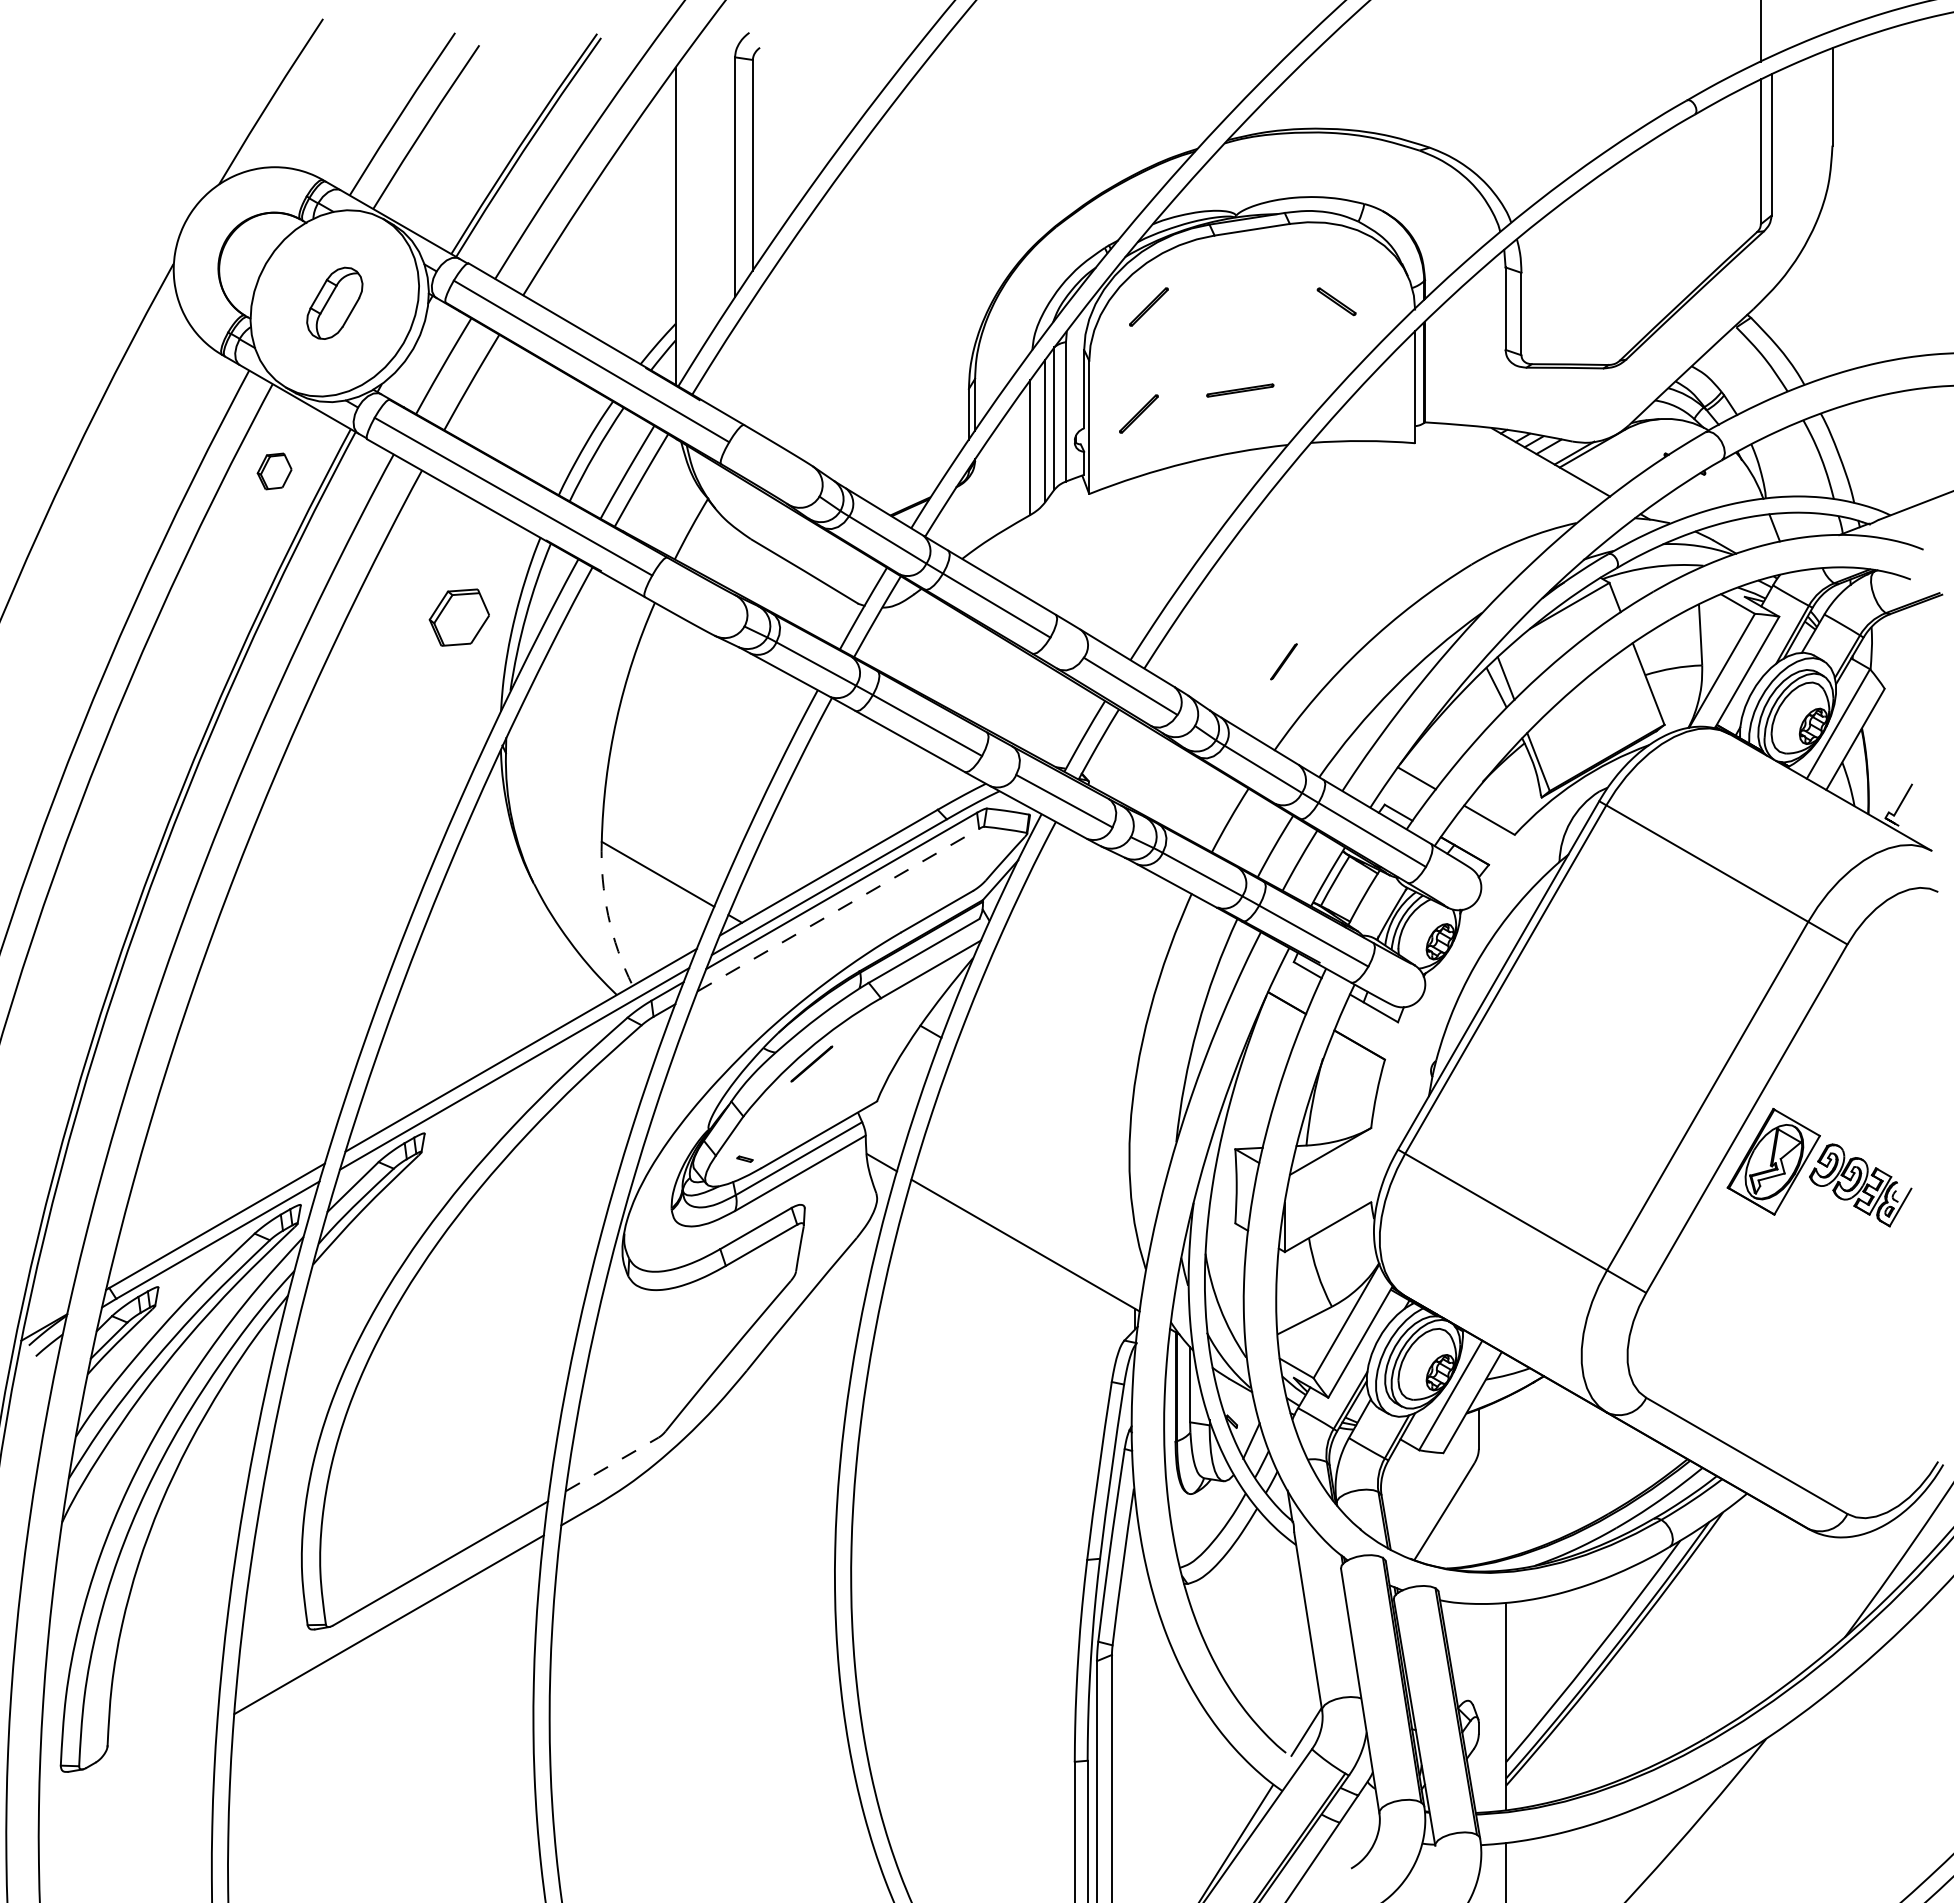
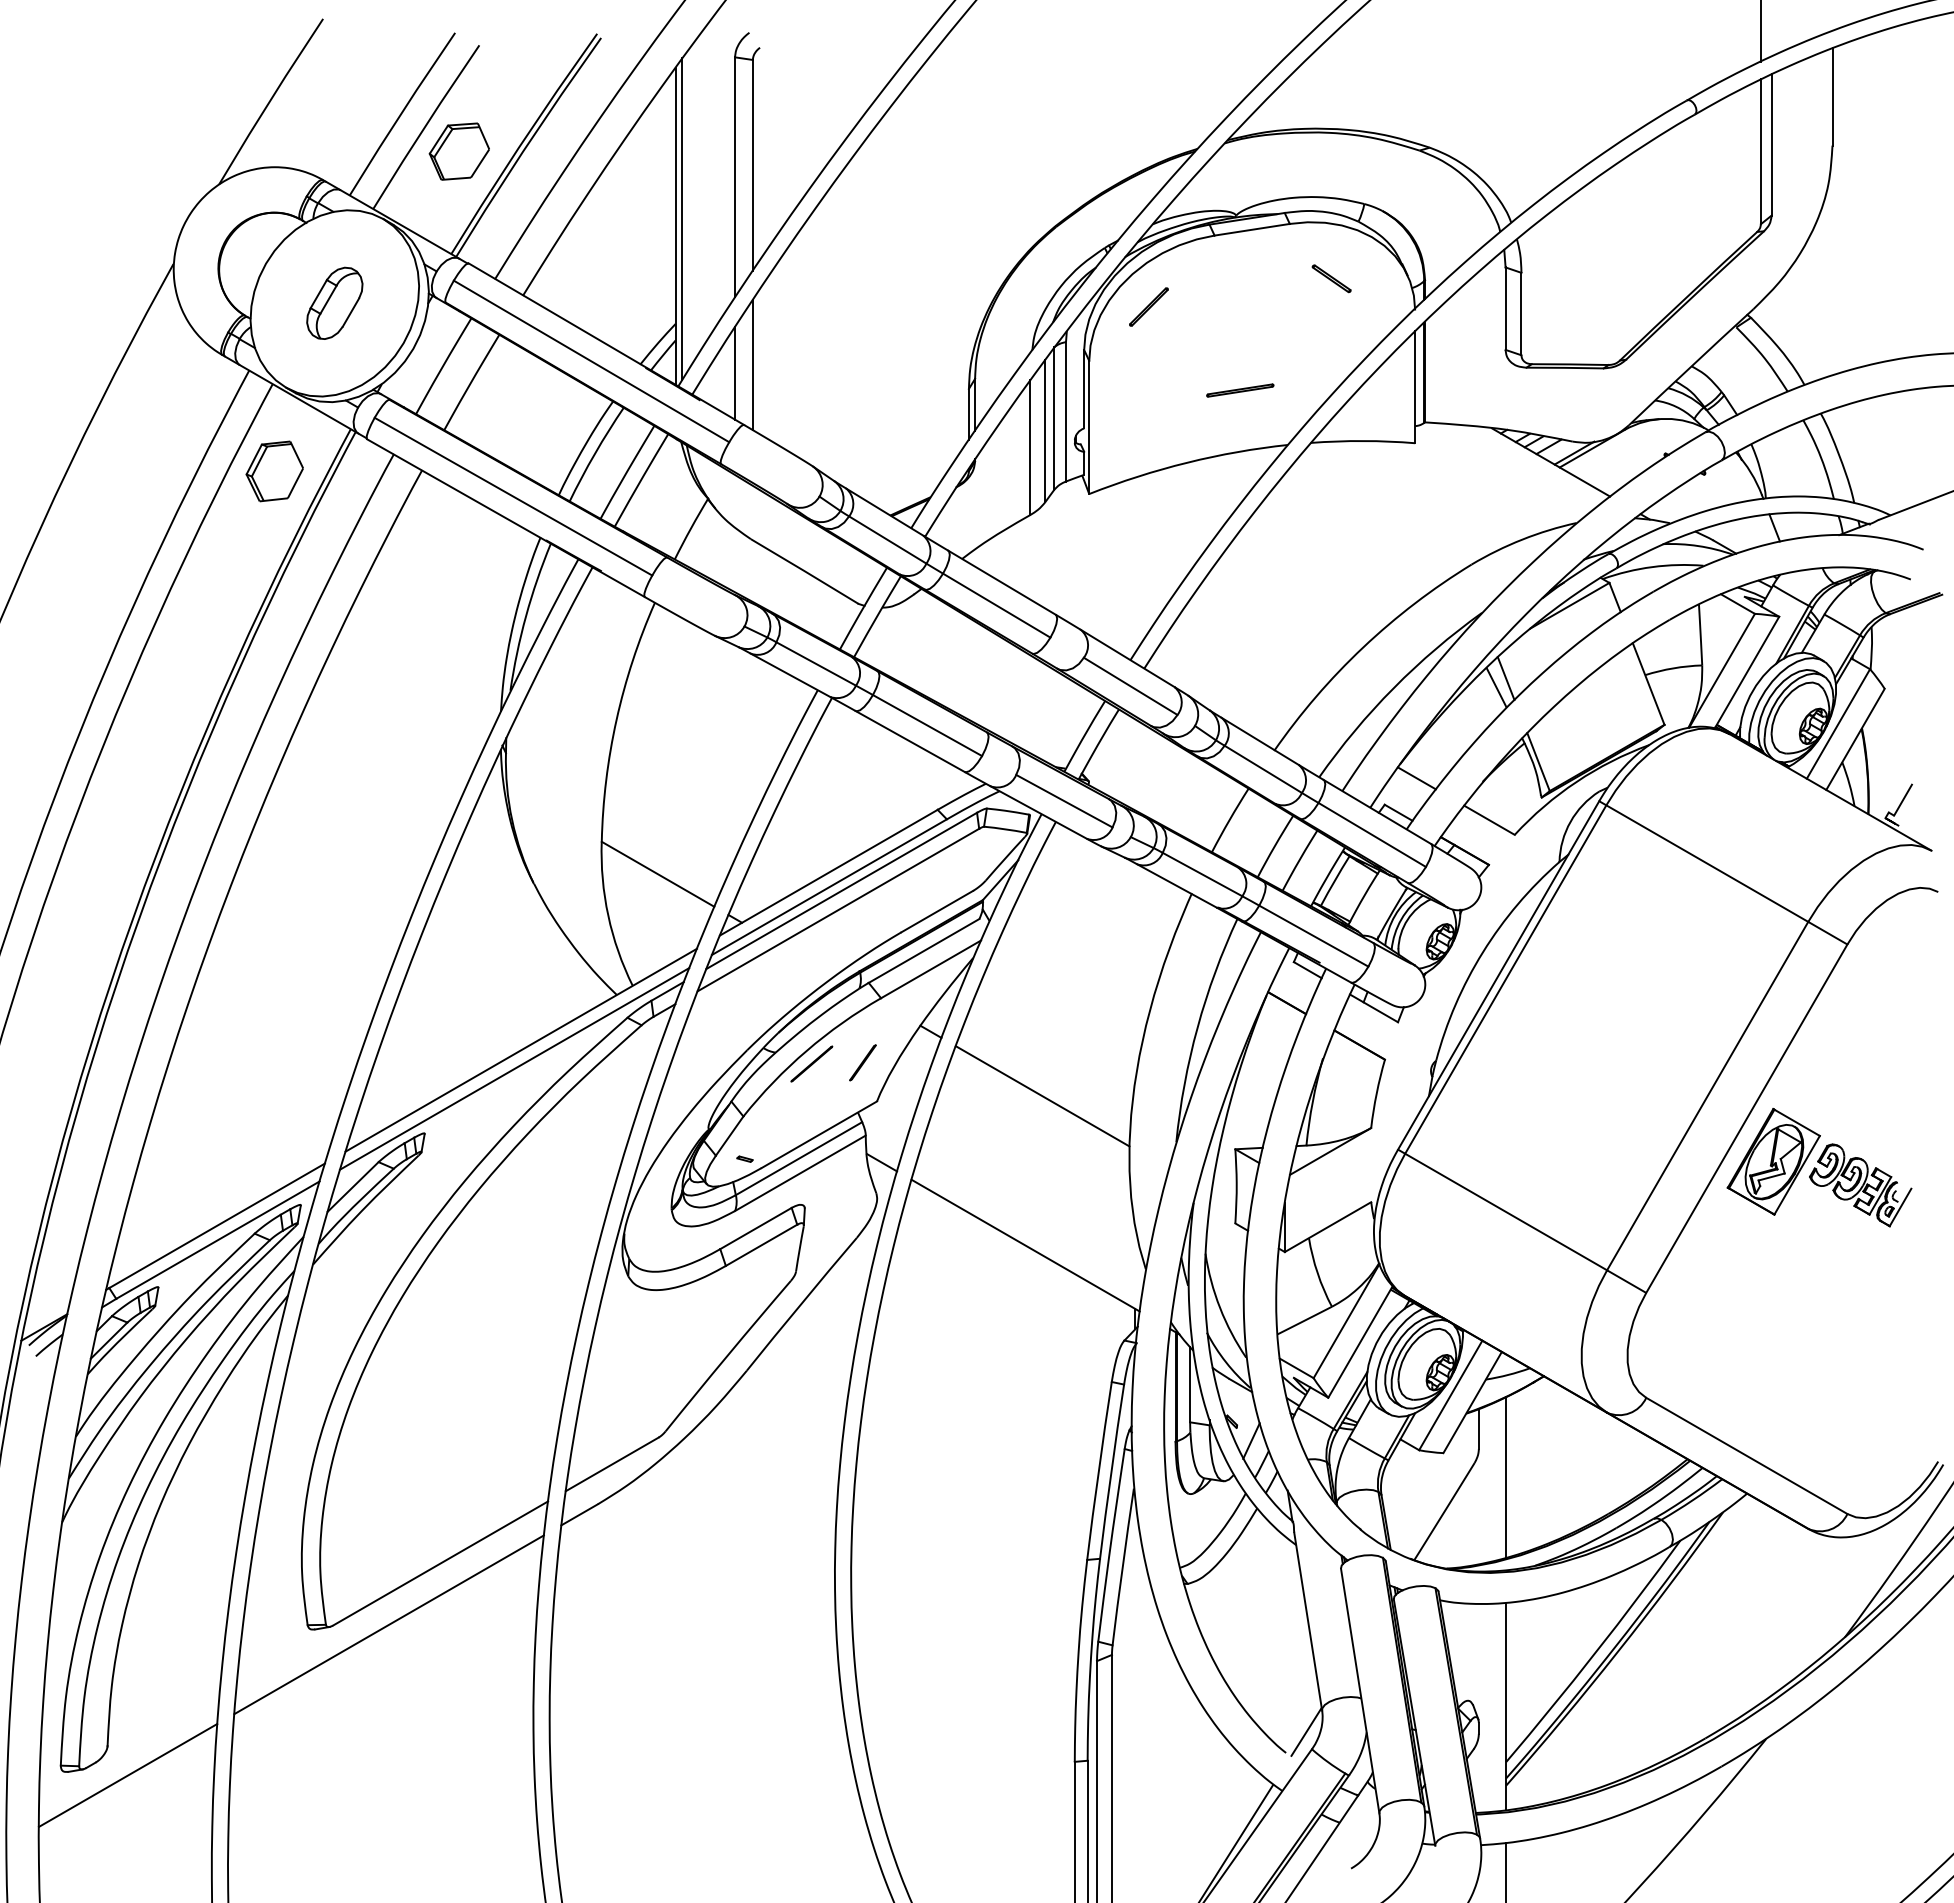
line at (682, 218): none -> present
part at (1336, 301) position: (1336, 301) -> (1331, 278)
line at (752, 364): none -> present
line at (735, 373): none -> present
line at (1138, 413): present -> none
part at (274, 471) size: 37x39 px -> 59x63 px
part at (458, 617) position: (458, 617) -> (458, 151)
line at (1283, 661) position: (1283, 661) -> (862, 1062)
line at (838, 910): dashed -> solid
arc at (608, 915): dashed -> solid
line at (1042, 1096): none -> present
line at (612, 1464): dashed -> solid
line at (1506, 1477): none -> present
line at (127, 1775): none -> present
